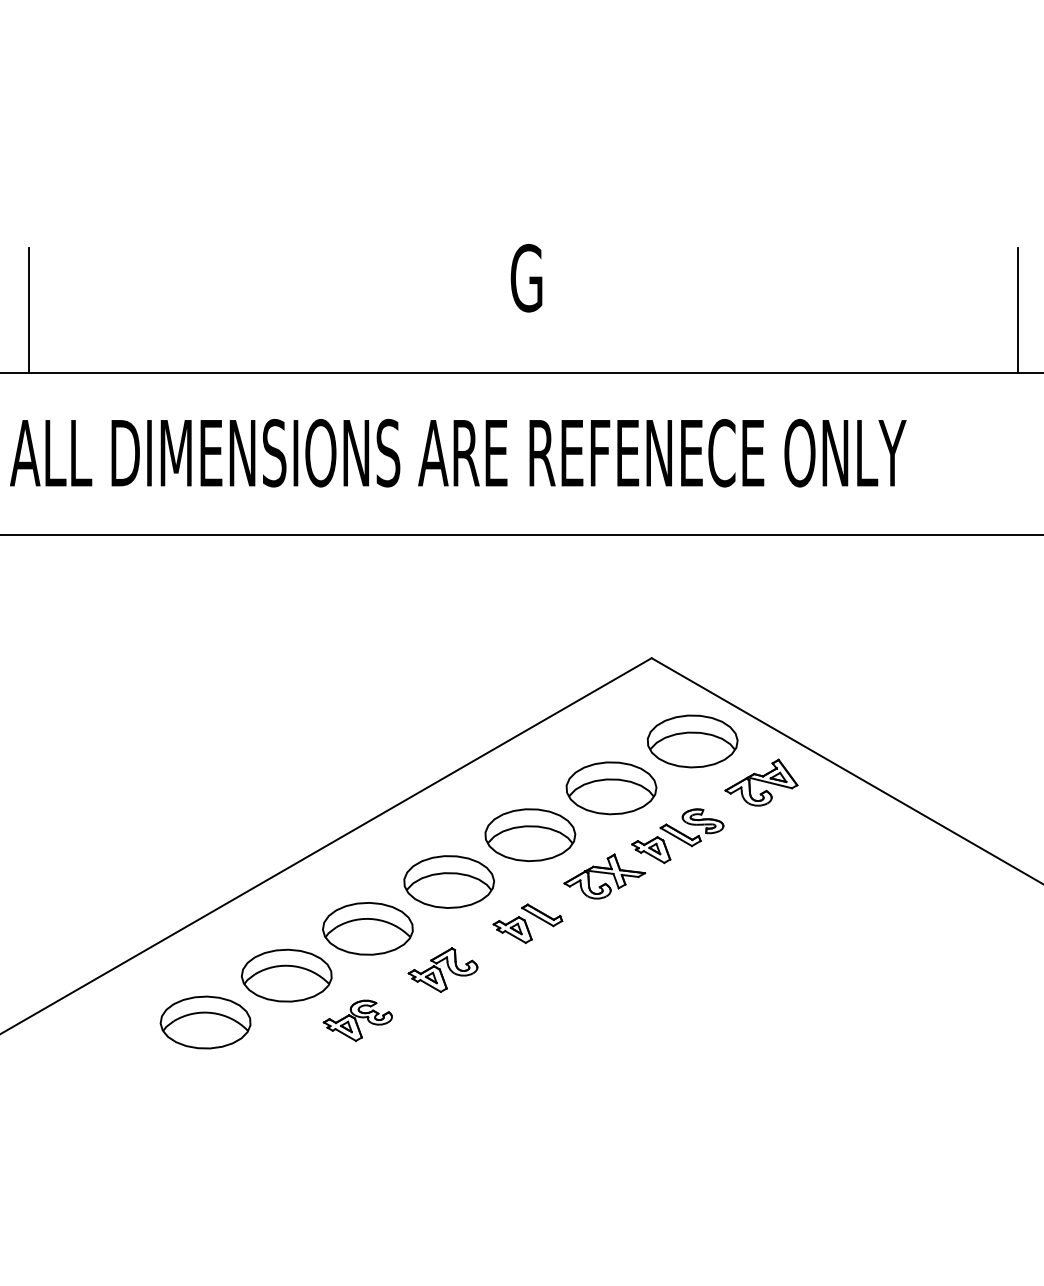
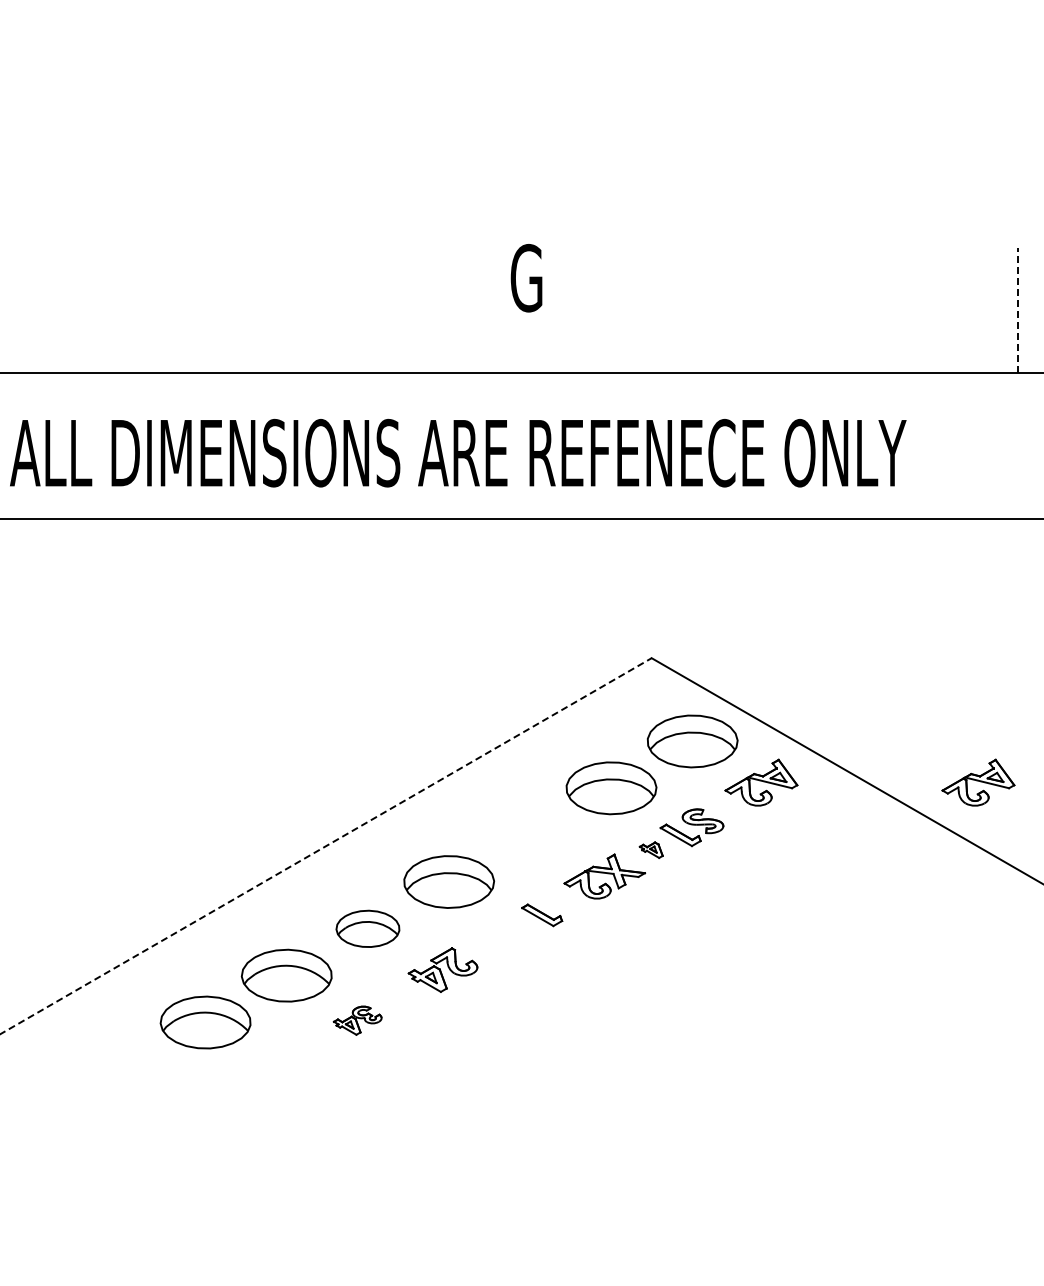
line at (28, 309): present -> none
line at (1017, 310): solid -> dashed
line at (521, 535) position: (521, 535) -> (521, 519)
part at (978, 782): none -> present
part at (530, 834): present -> none
line at (326, 845): solid -> dashed
part at (651, 850) size: 41x29 px -> 26x18 px
part at (367, 928) size: 92x54 px -> 66x39 px
part at (512, 929): present -> none
part at (357, 1020) size: 71x43 px -> 51x31 px
